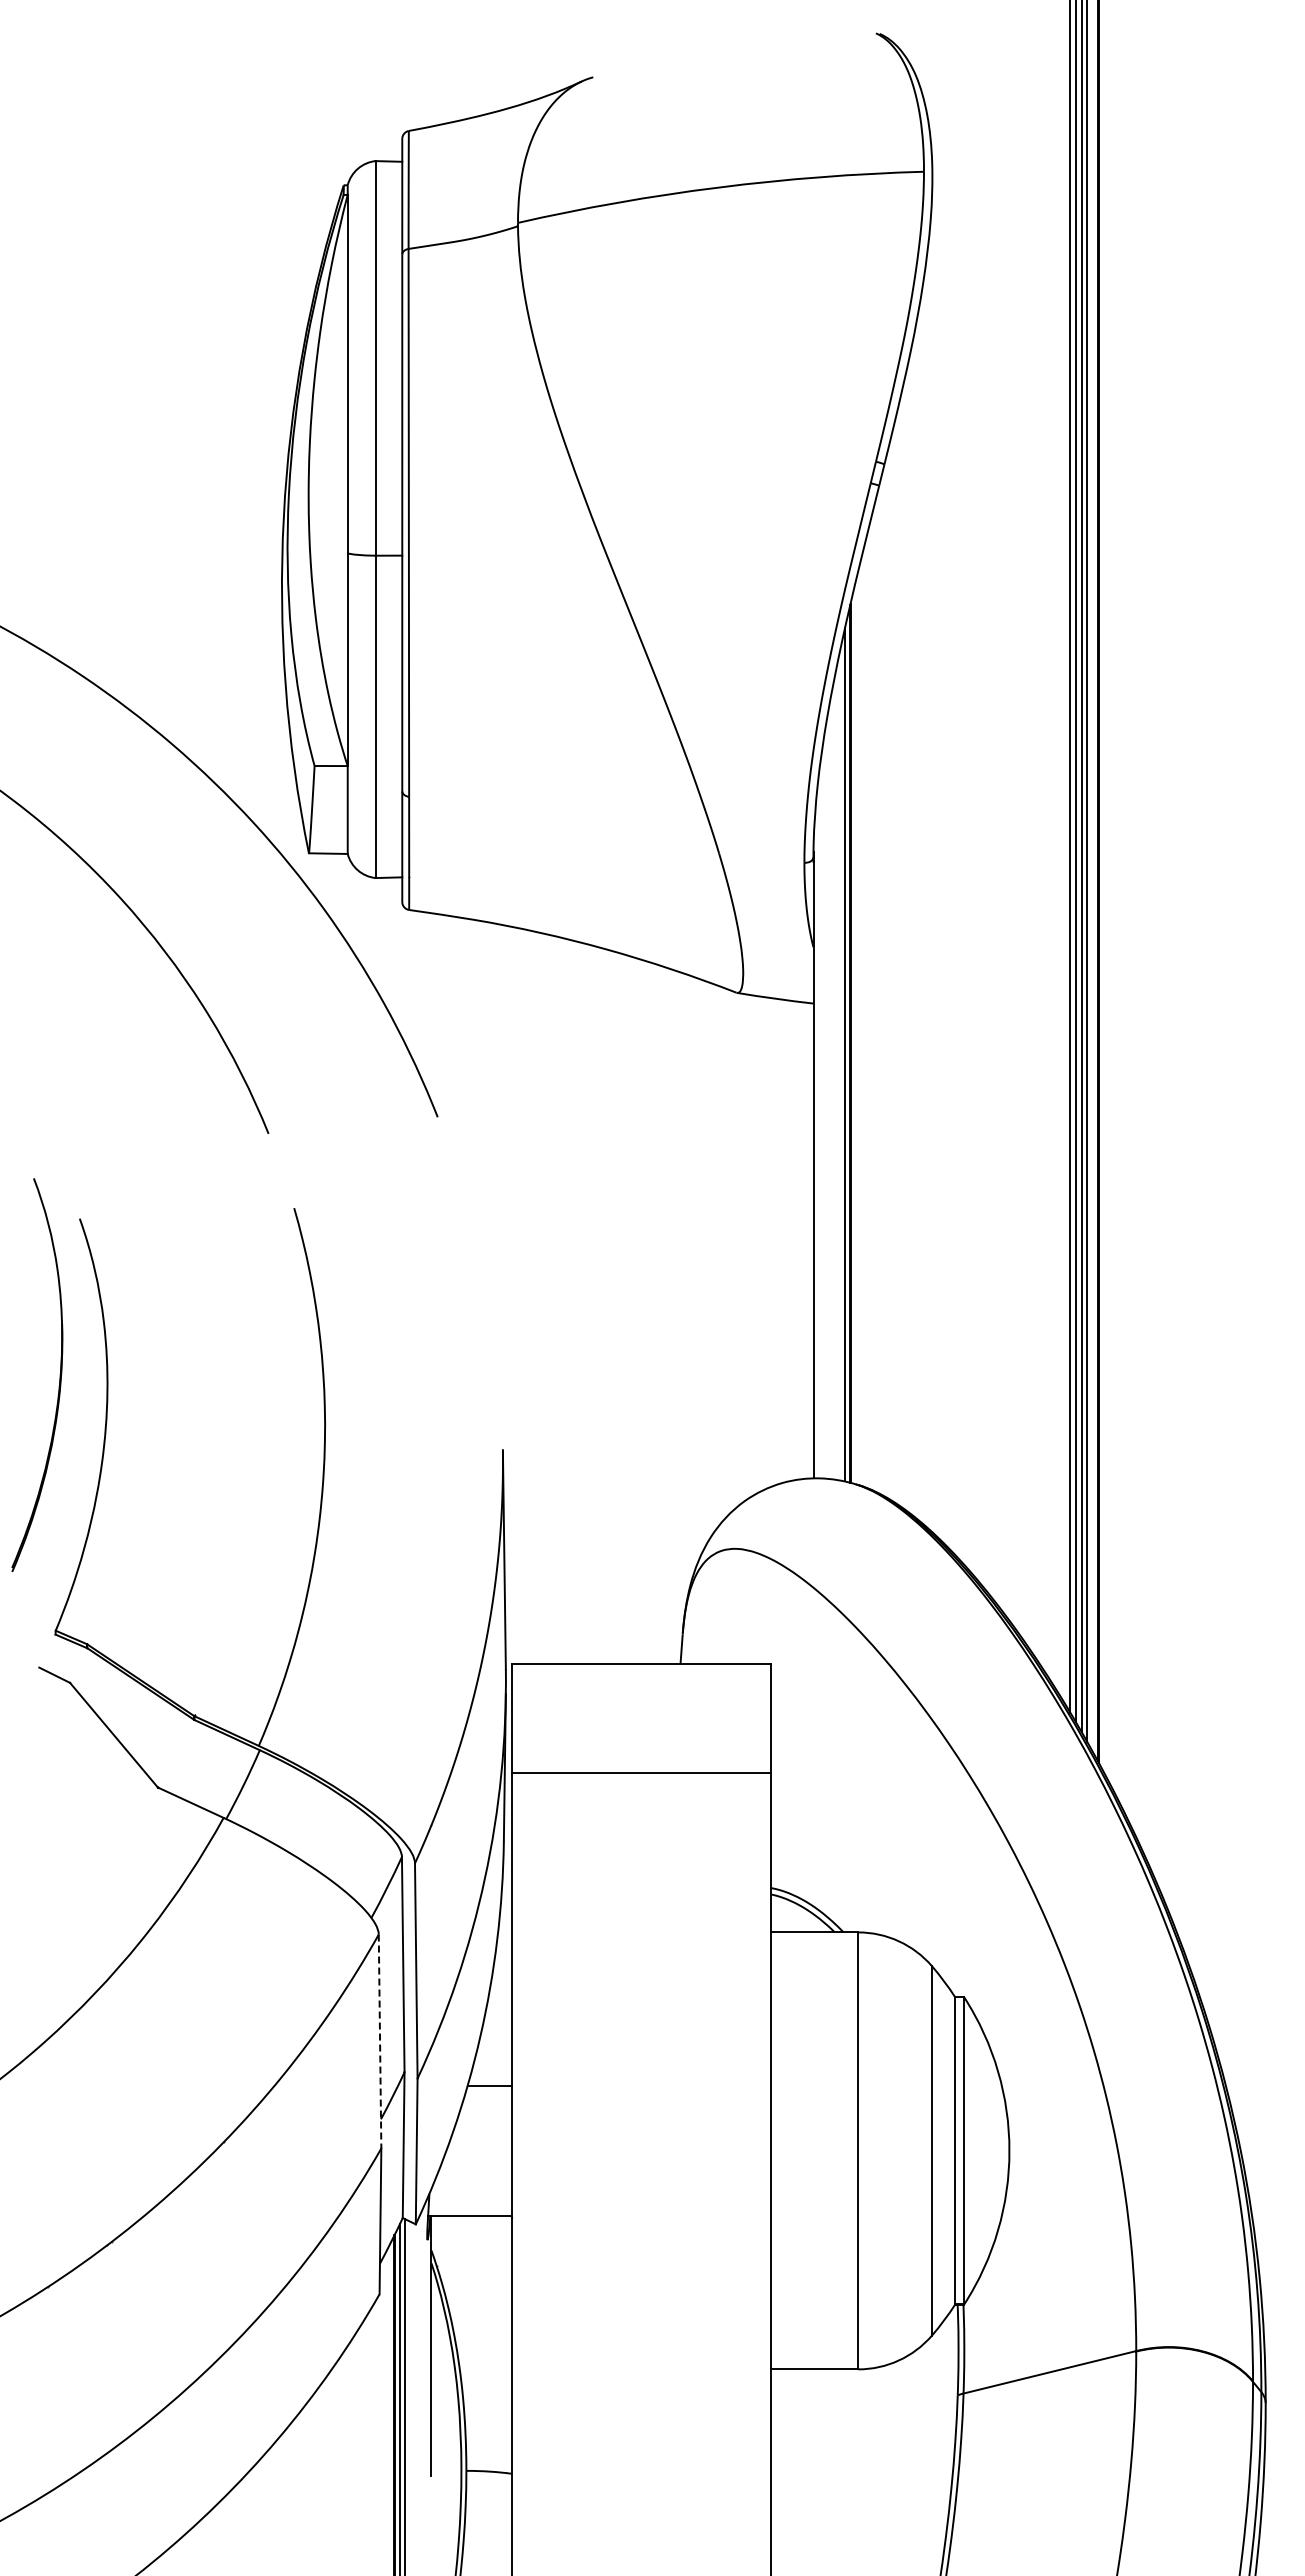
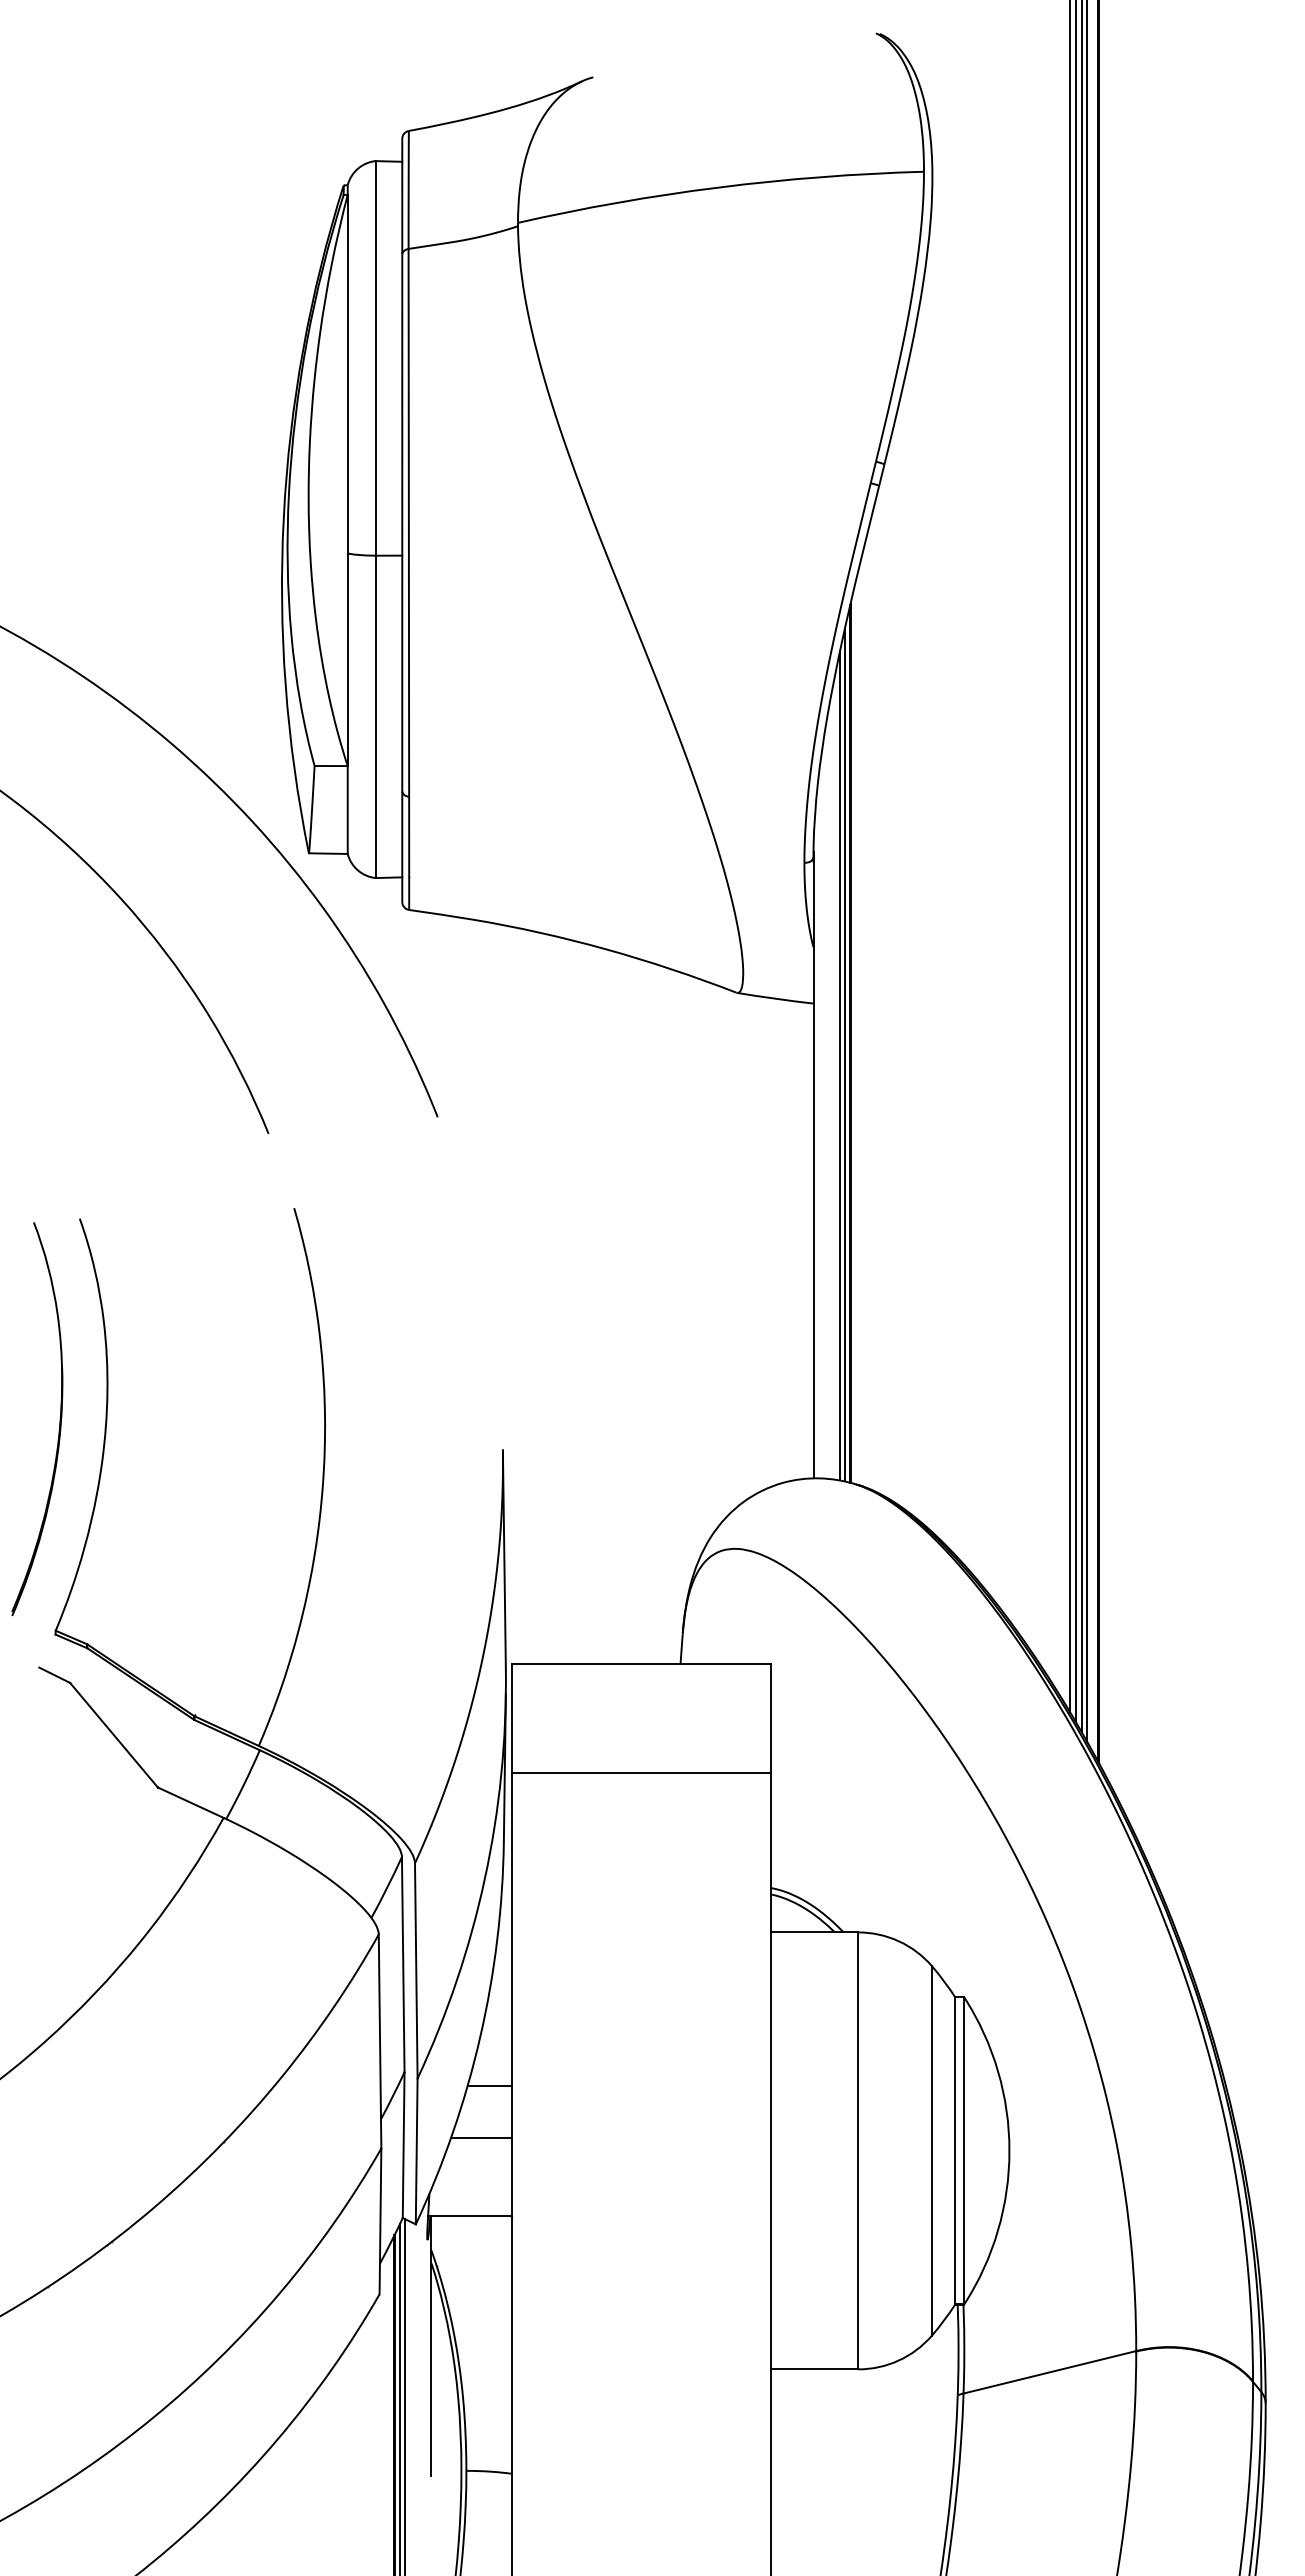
line at (839, 1065): none -> present
part at (59, 1374) position: (59, 1374) -> (59, 1418)
line at (380, 2041): dashed -> solid
line at (481, 2137): none -> present
